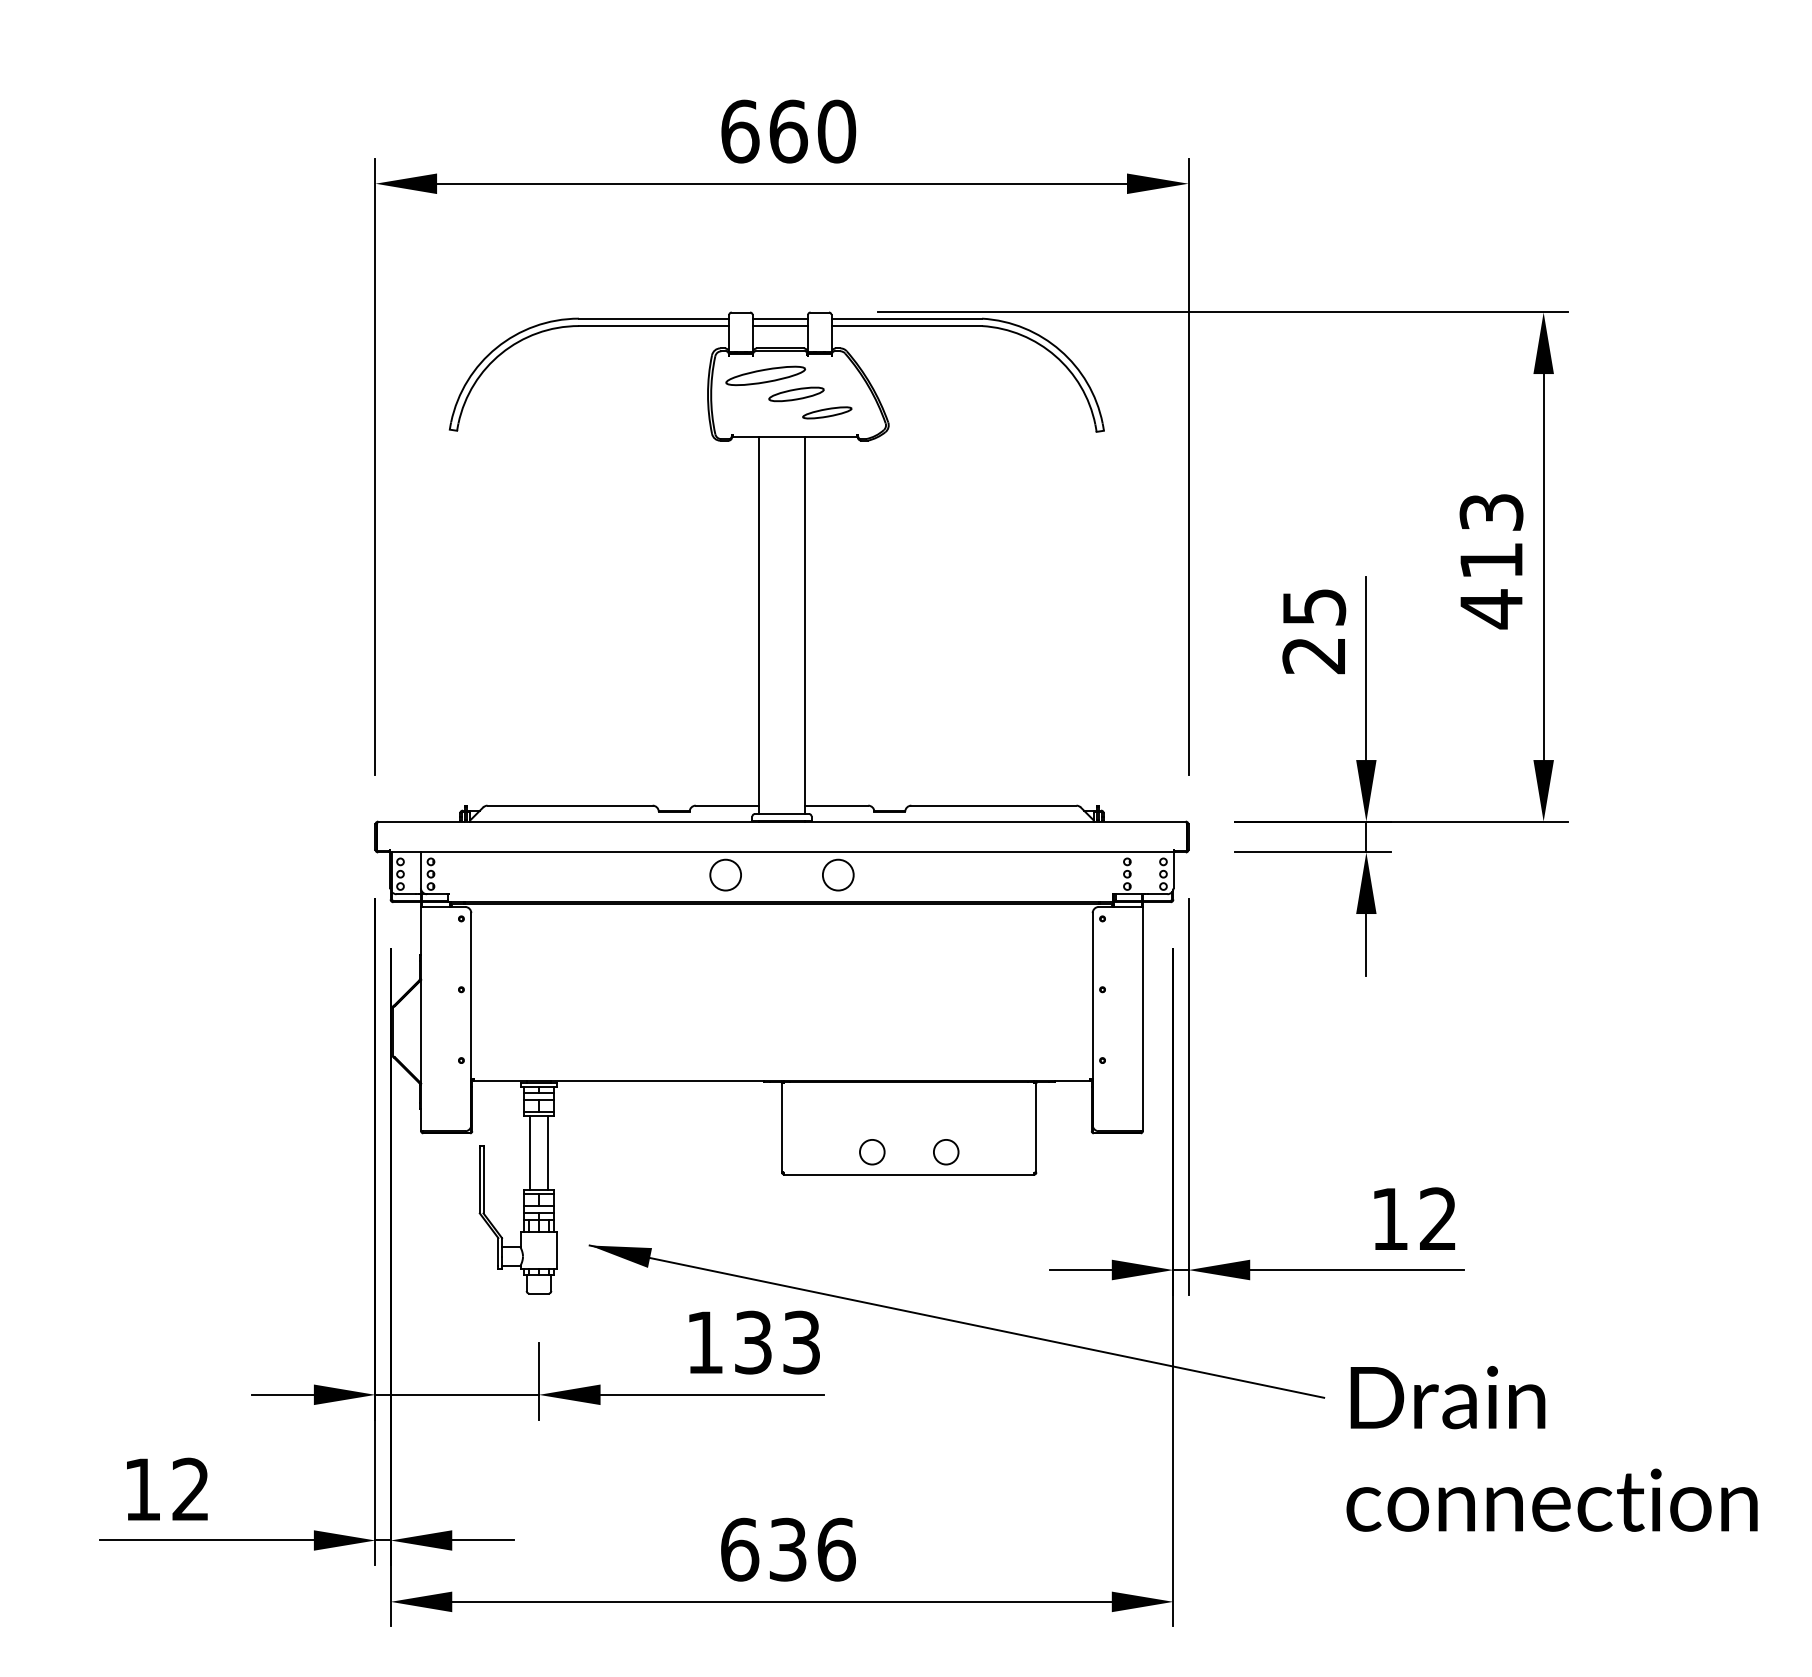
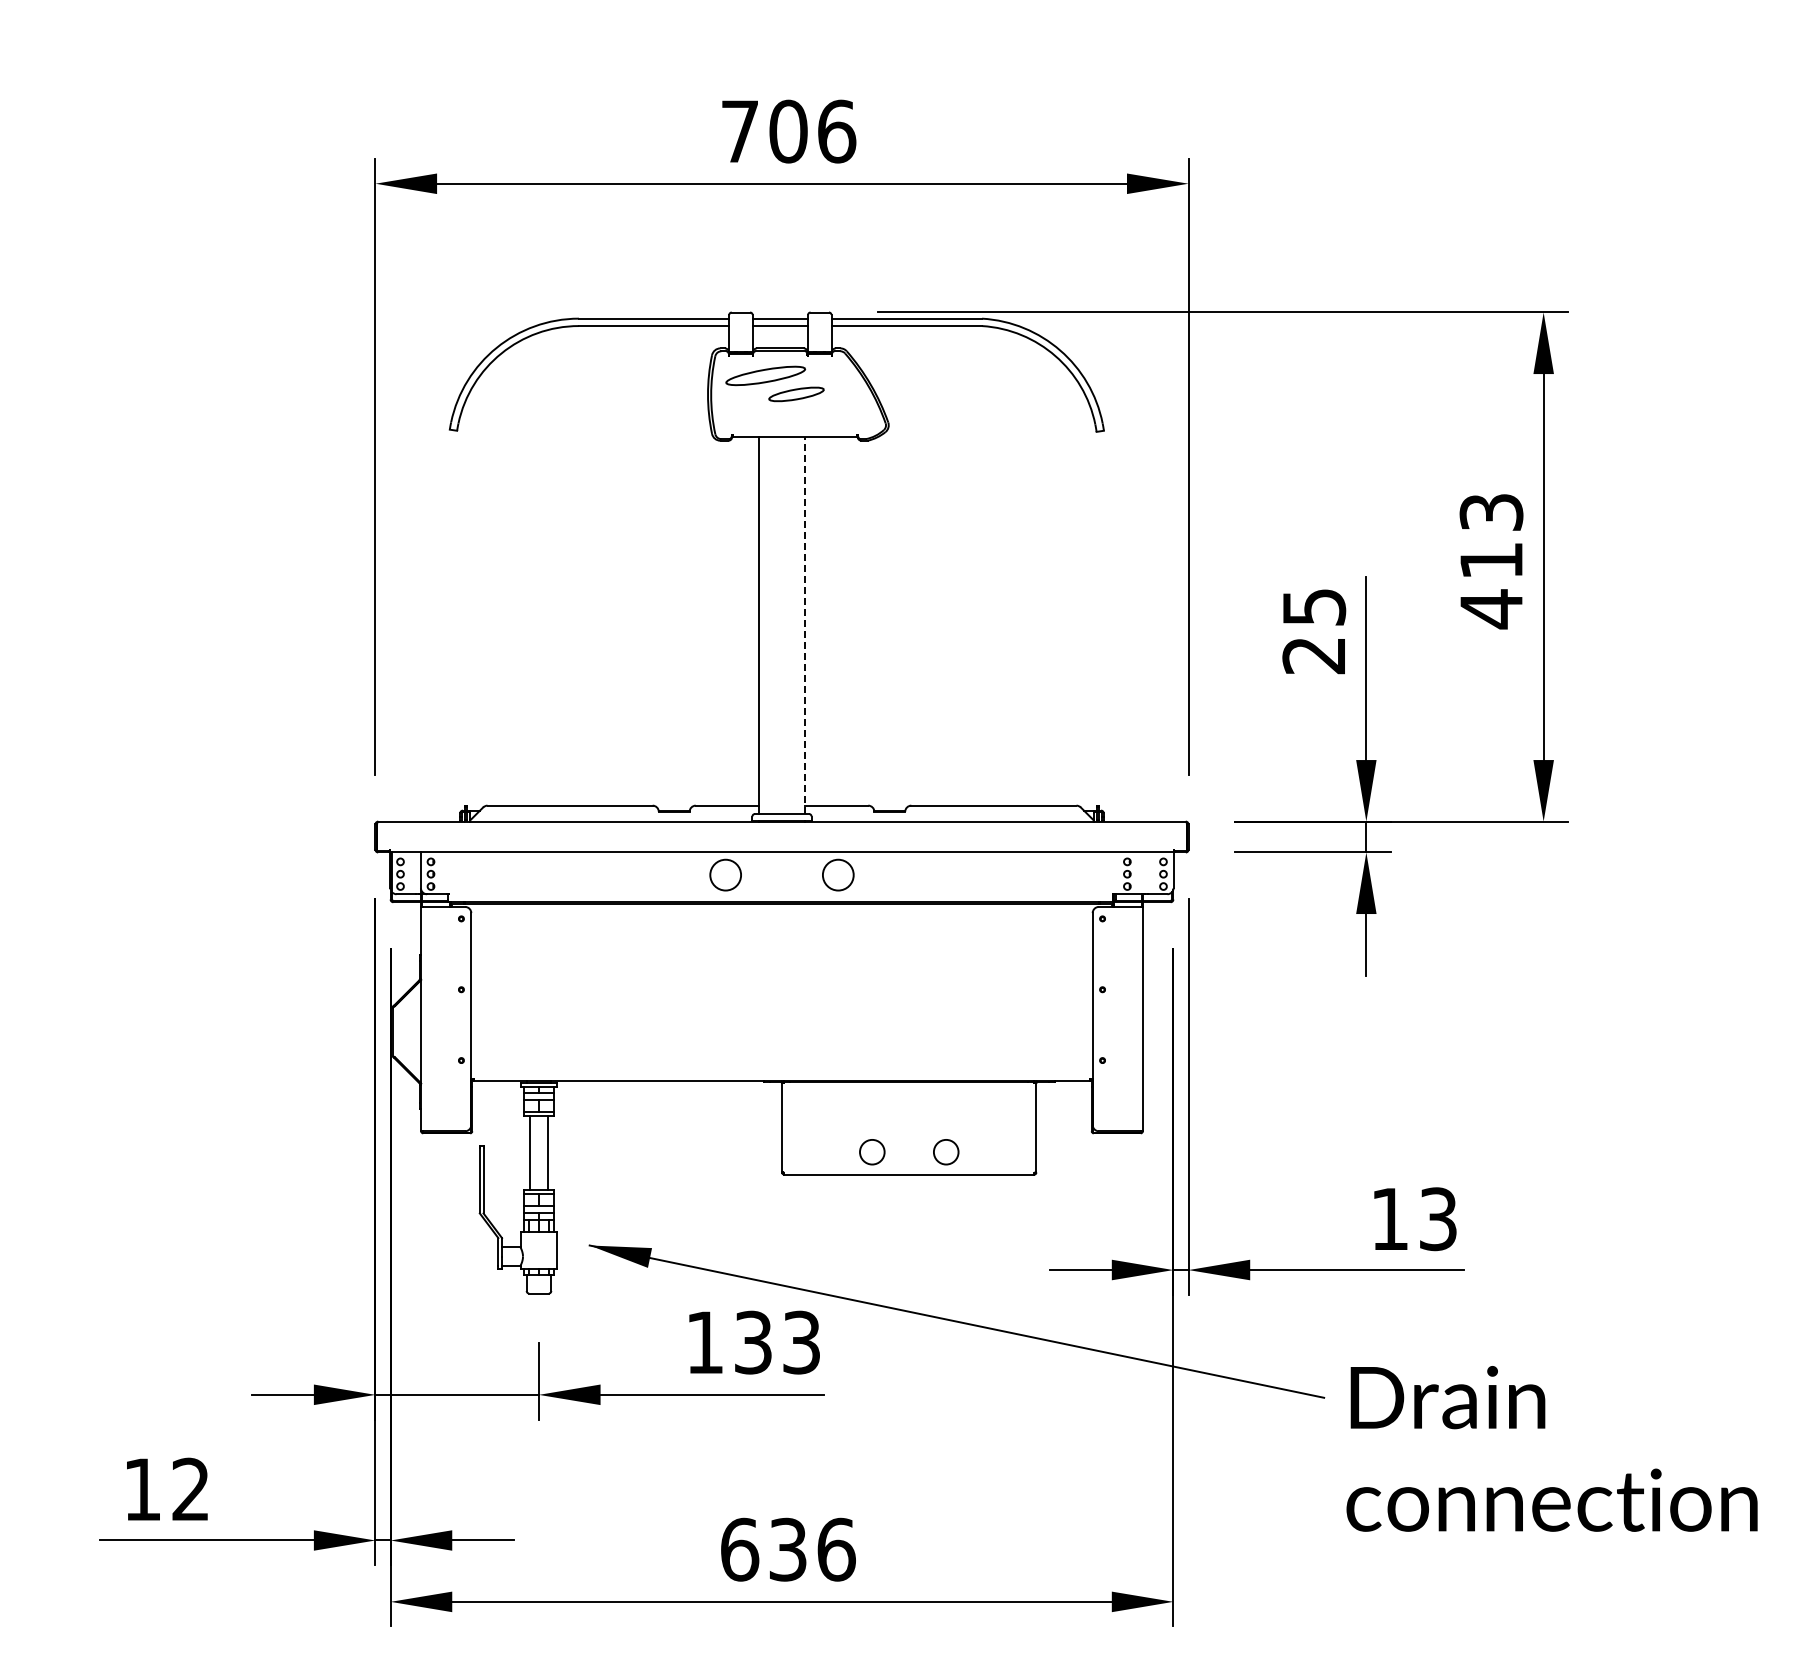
text at (788, 131): 660 -> 706
part at (827, 412): present -> none
line at (805, 625): solid -> dashed
text at (1438, 1219): 12 -> 13
